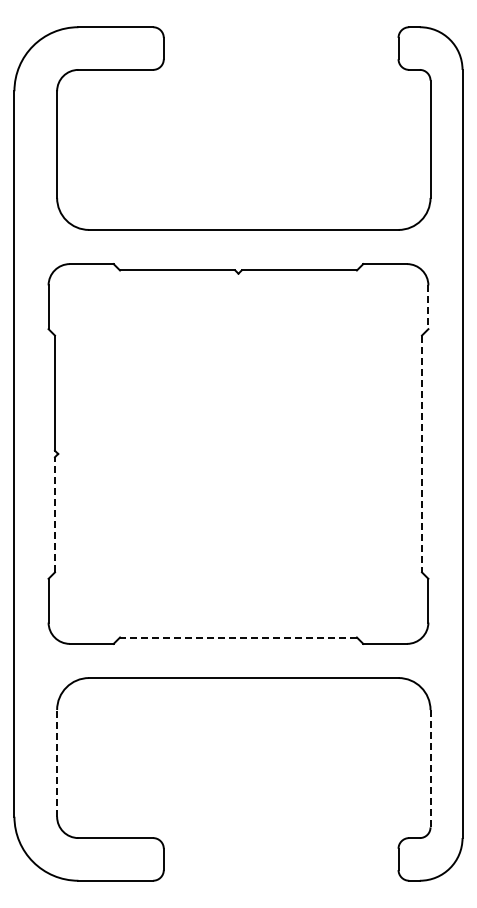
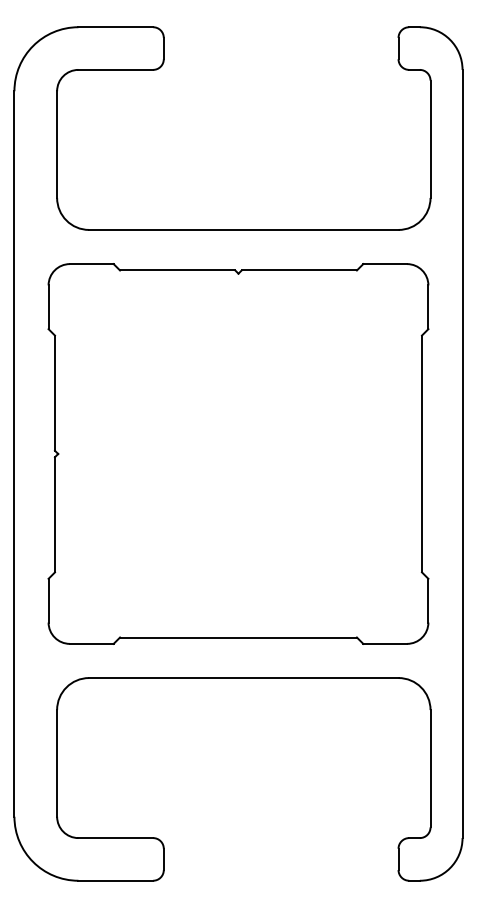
line at (428, 307): dashed -> solid
line at (422, 454): dashed -> solid
line at (54, 514): dashed -> solid
line at (238, 637): dashed -> solid
line at (57, 762): dashed -> solid
line at (430, 768): dashed -> solid
